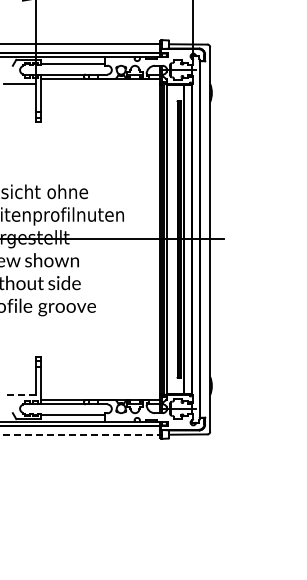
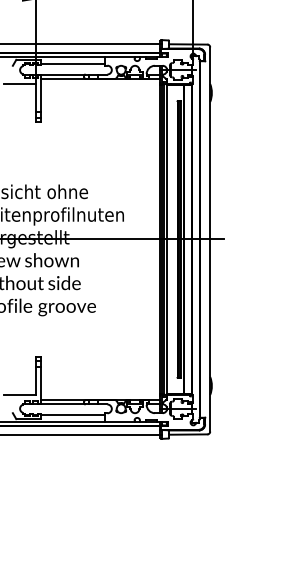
line at (19, 394): dashed -> solid
line at (80, 434): dashed -> solid
